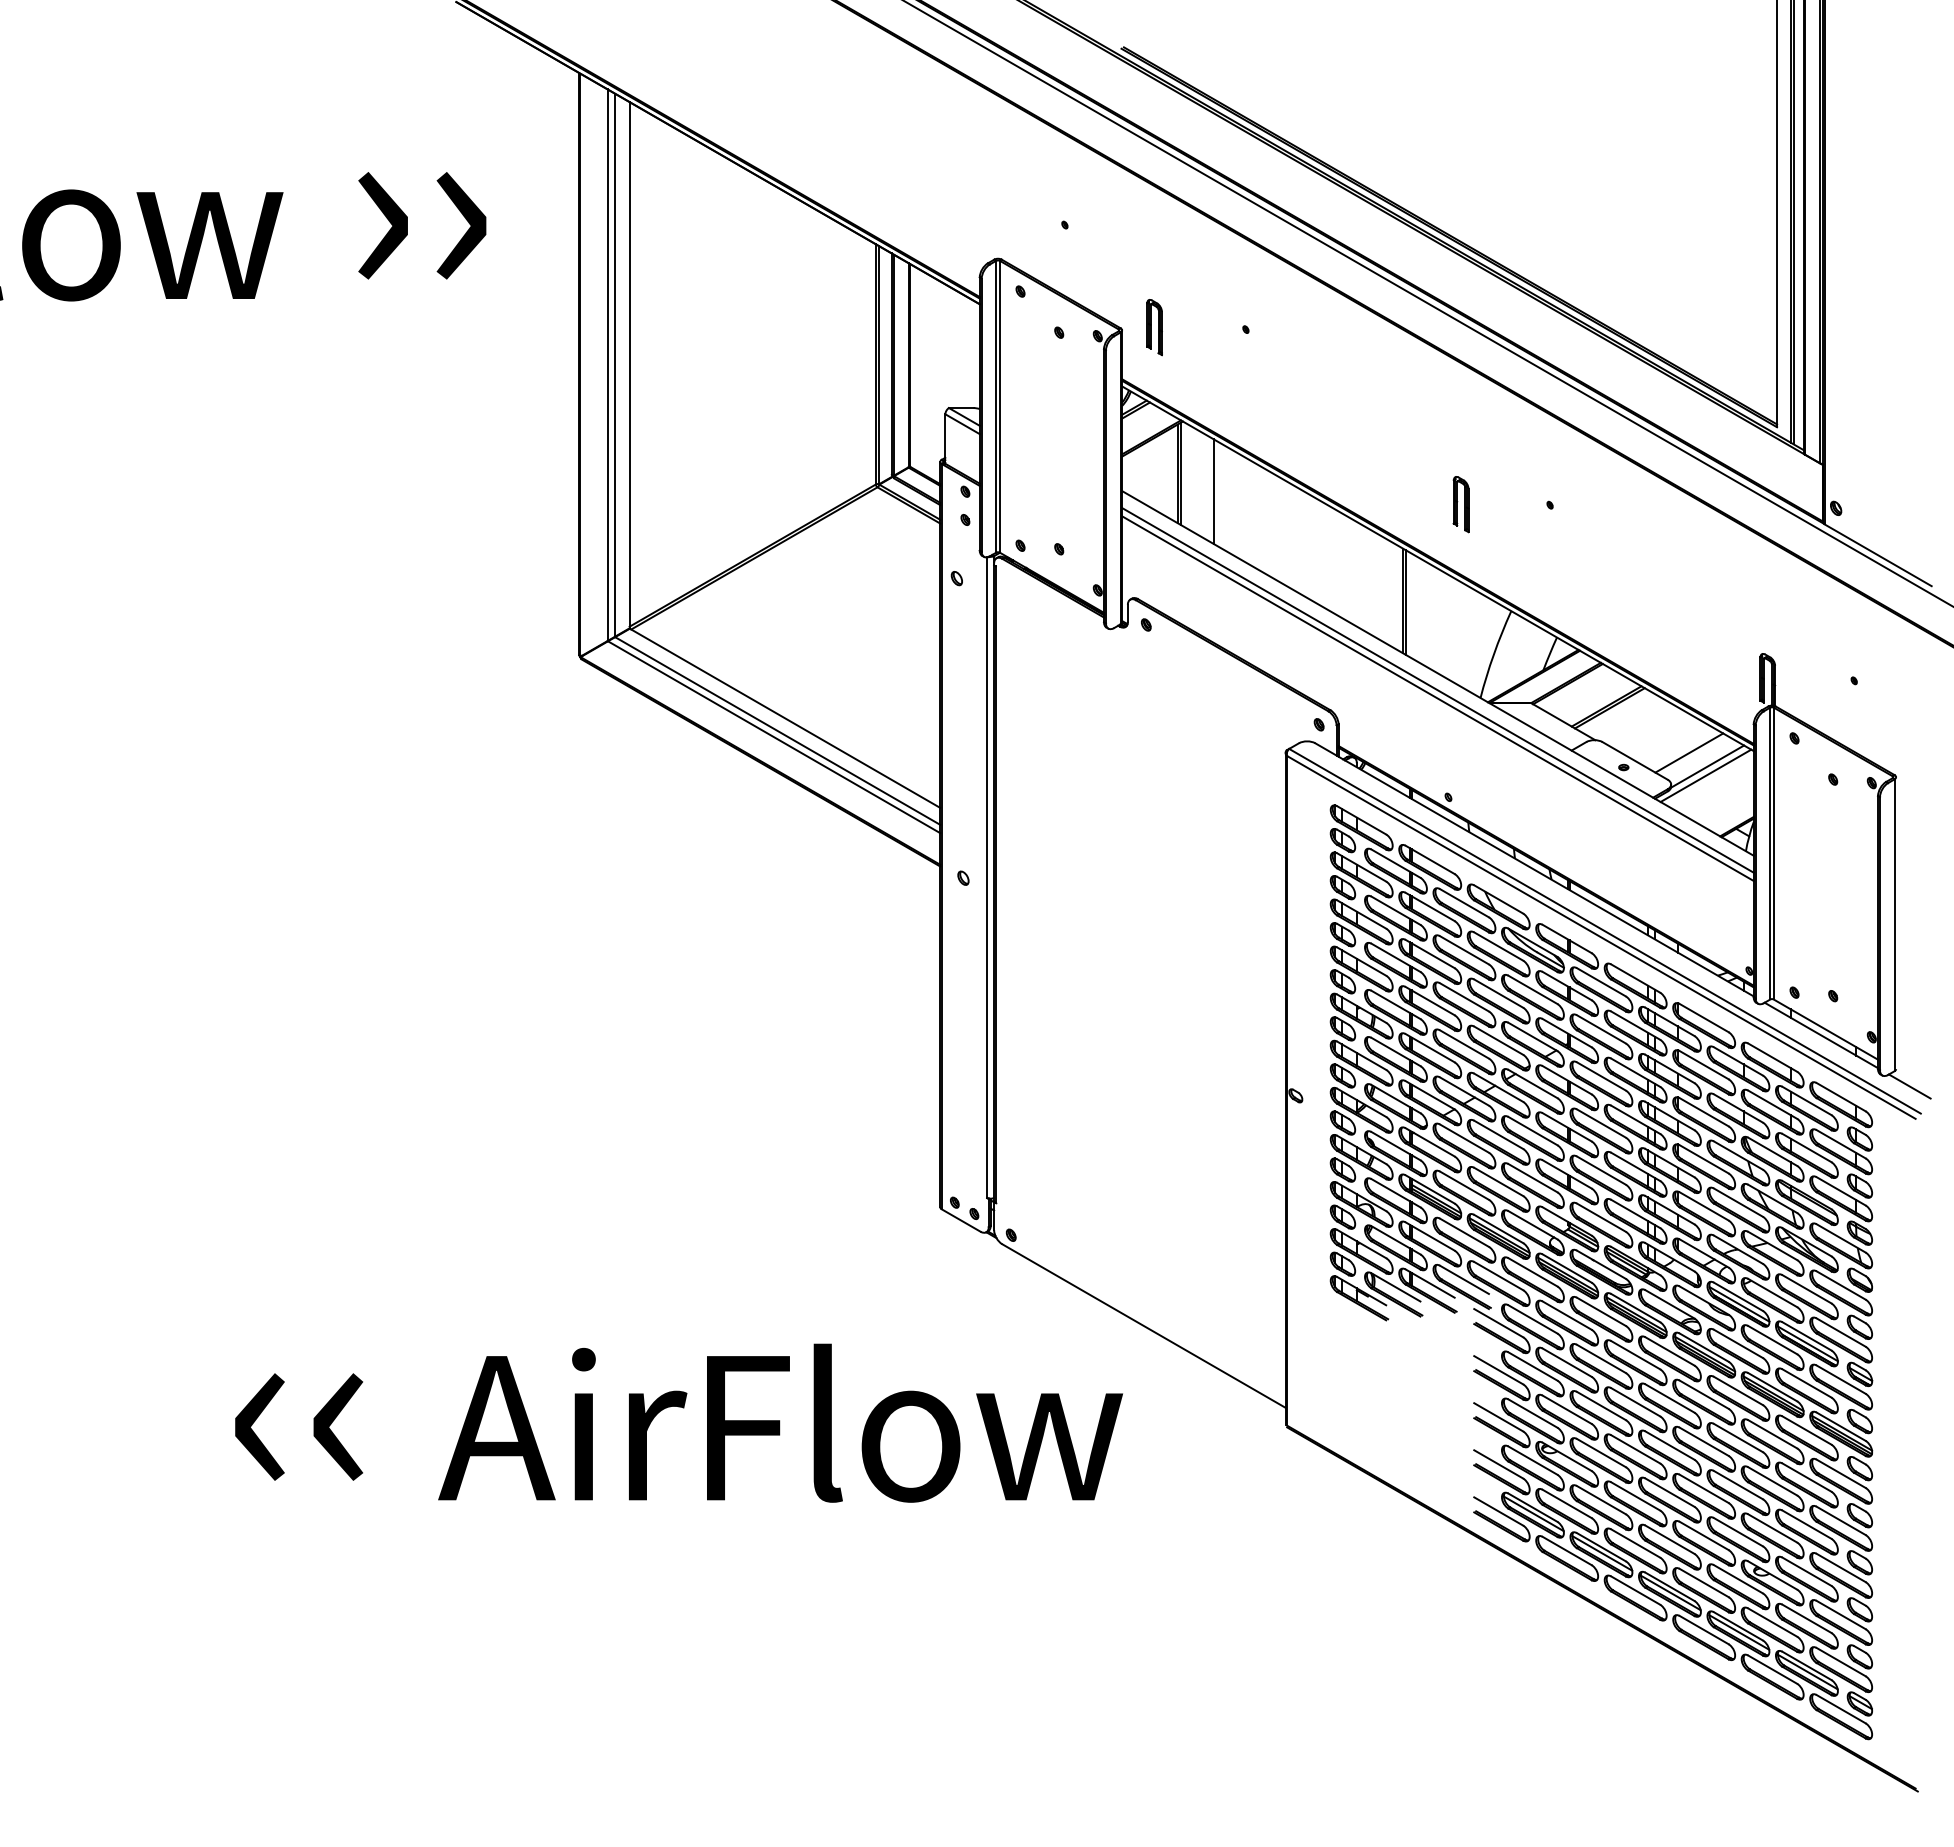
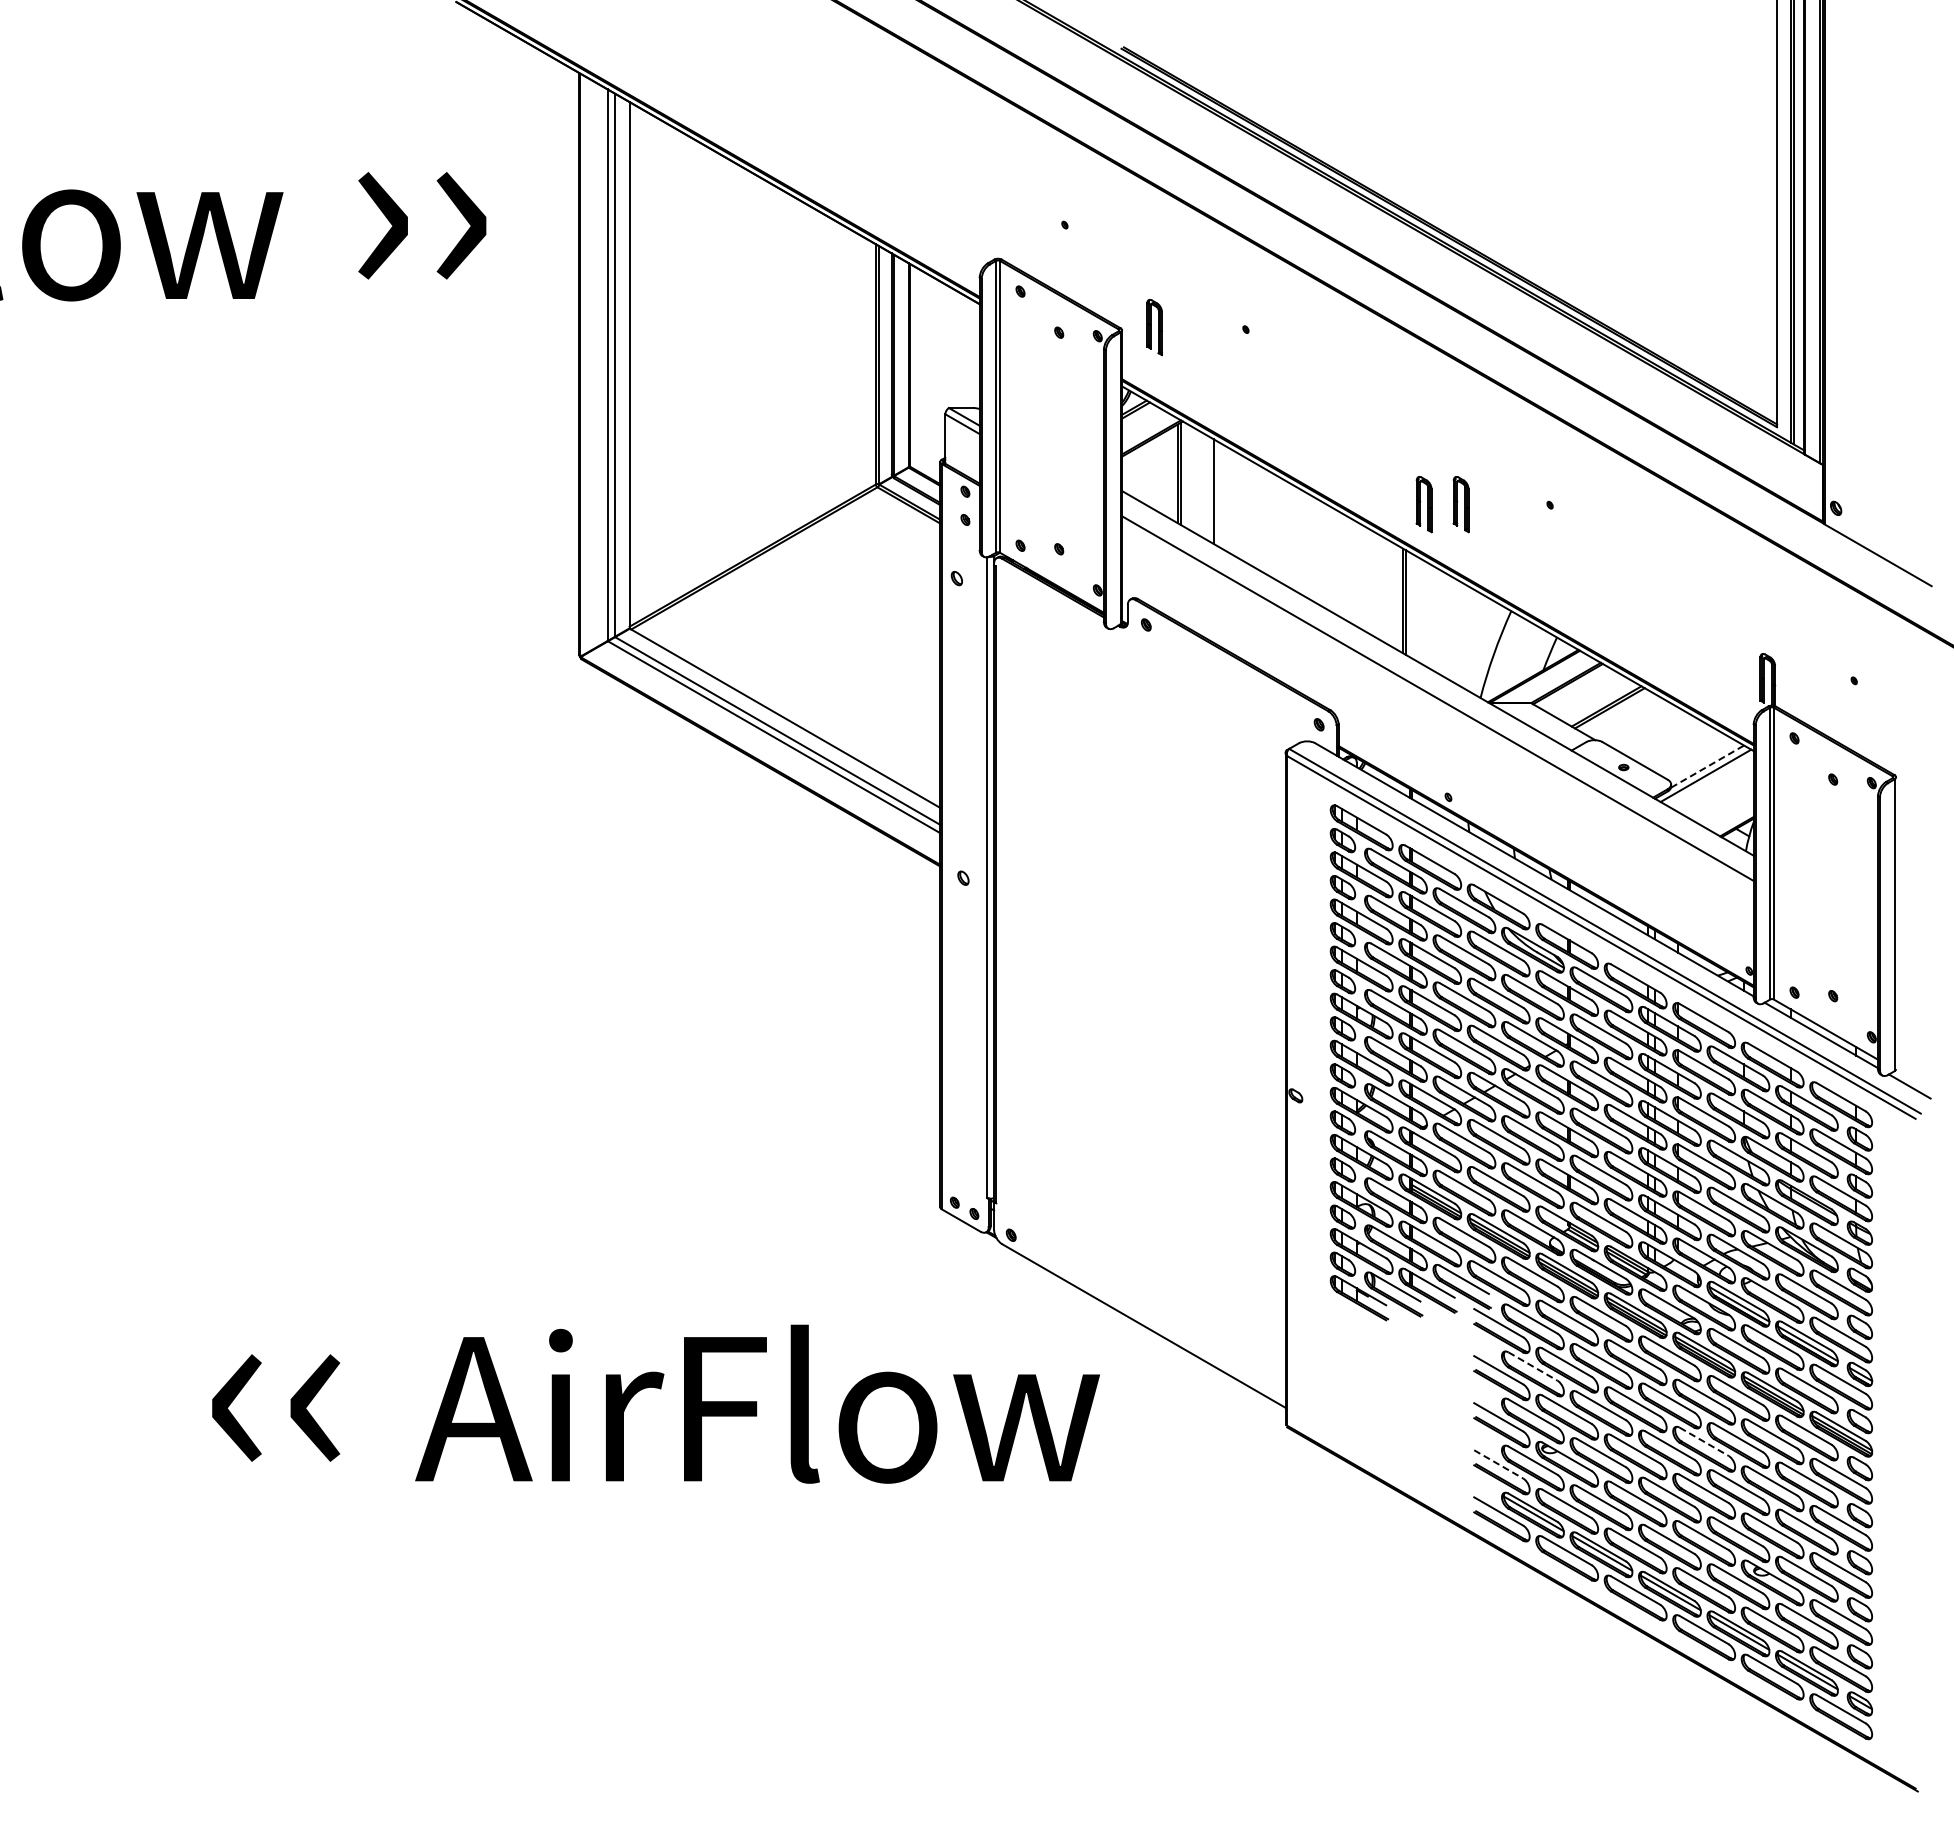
line at (1427, 303): present -> none
part at (1423, 504): none -> present
line at (1437, 690): present -> none
line at (1689, 752): present -> none
line at (1708, 766): solid -> dashed
line at (1533, 1366): solid -> dashed
text at (678, 1422) position: (678, 1422) -> (655, 1403)
line at (1704, 1442): solid -> dashed
line at (1499, 1464): solid -> dashed
